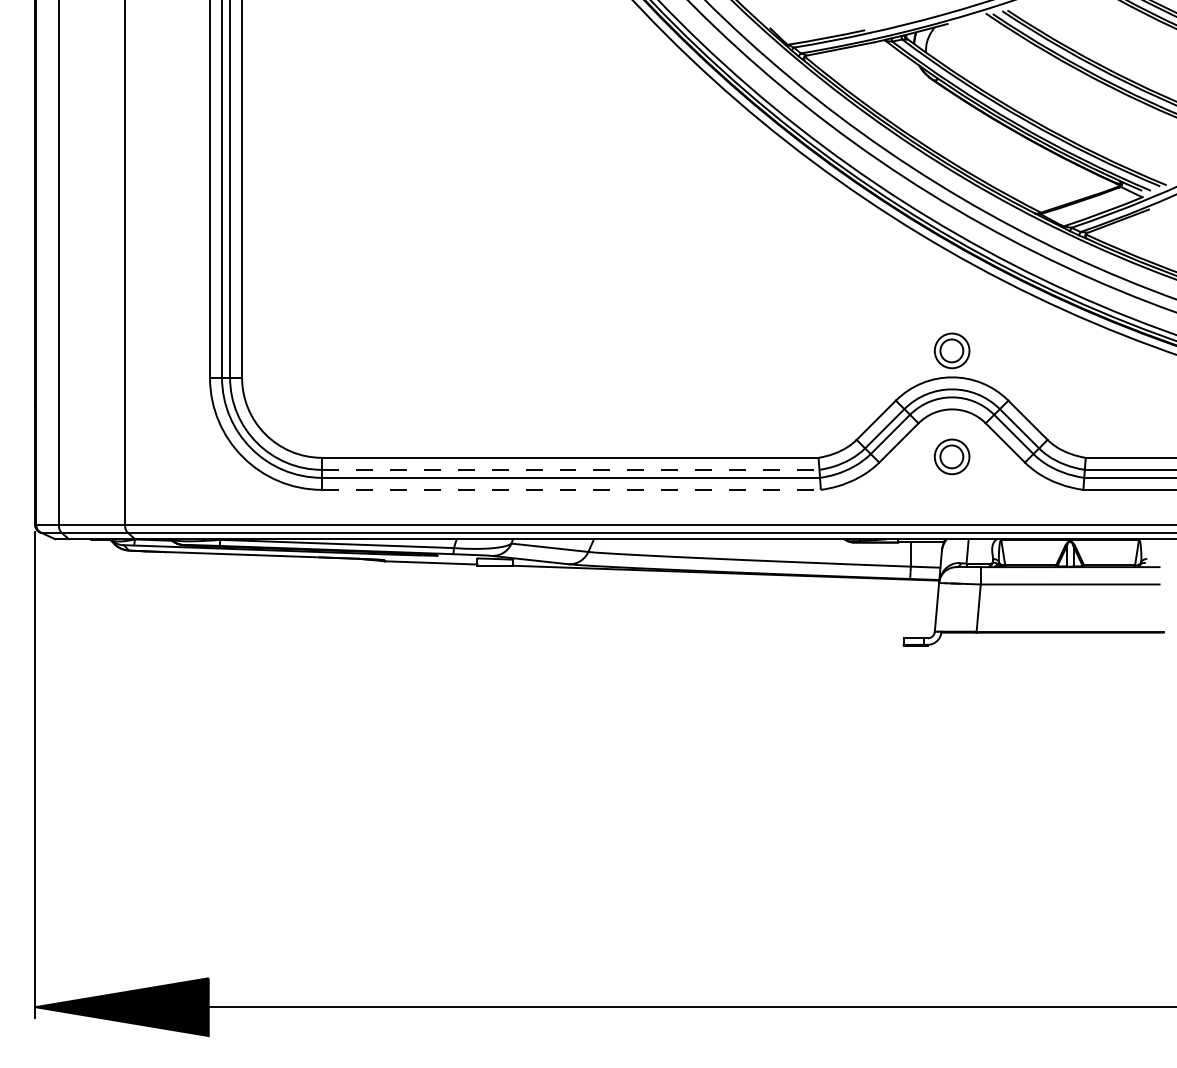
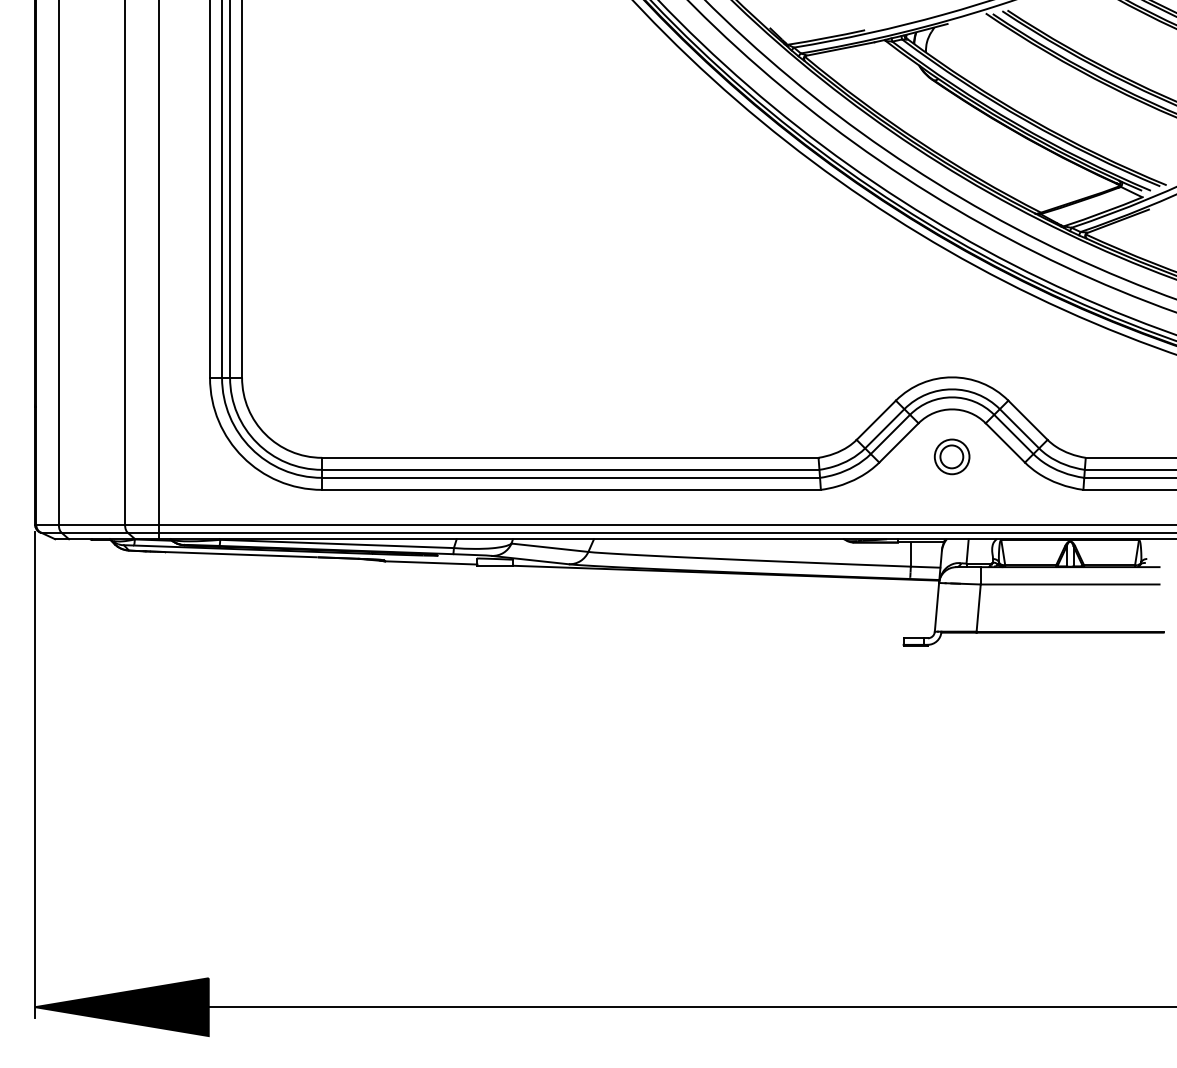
line at (158, 270): none -> present
part at (951, 350): present -> none
line at (570, 469): dashed -> solid
line at (572, 489): dashed -> solid
